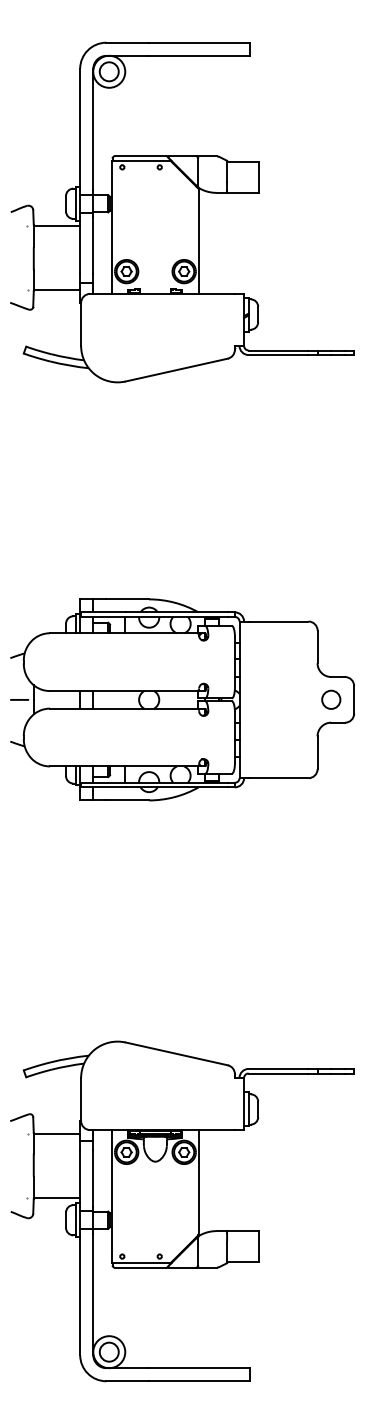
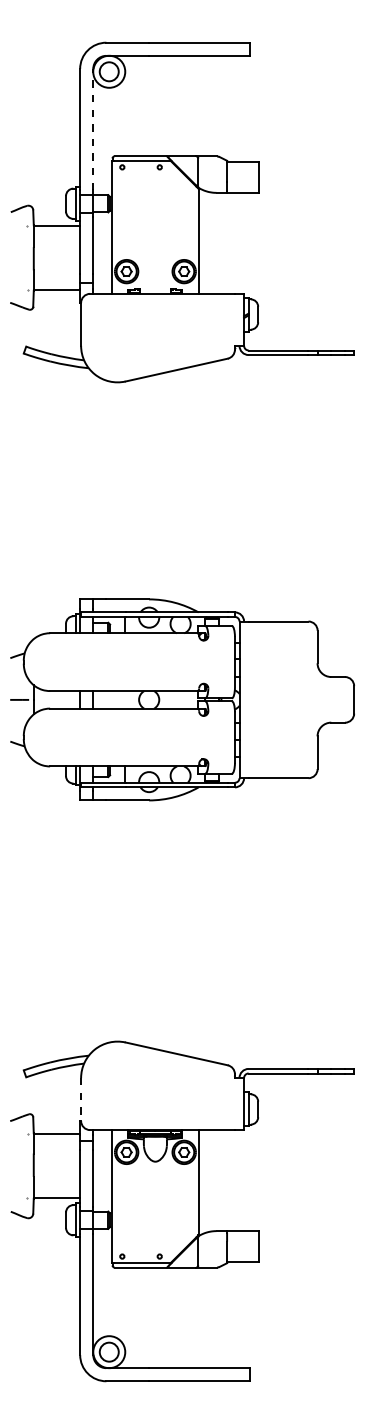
line at (93, 129): solid -> dashed
circle at (331, 699): present -> none
line at (81, 1100): solid -> dashed
